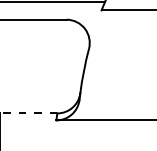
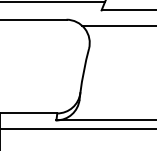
line at (117, 25): none -> present
line at (28, 113): dashed -> solid
line at (77, 128): none -> present
